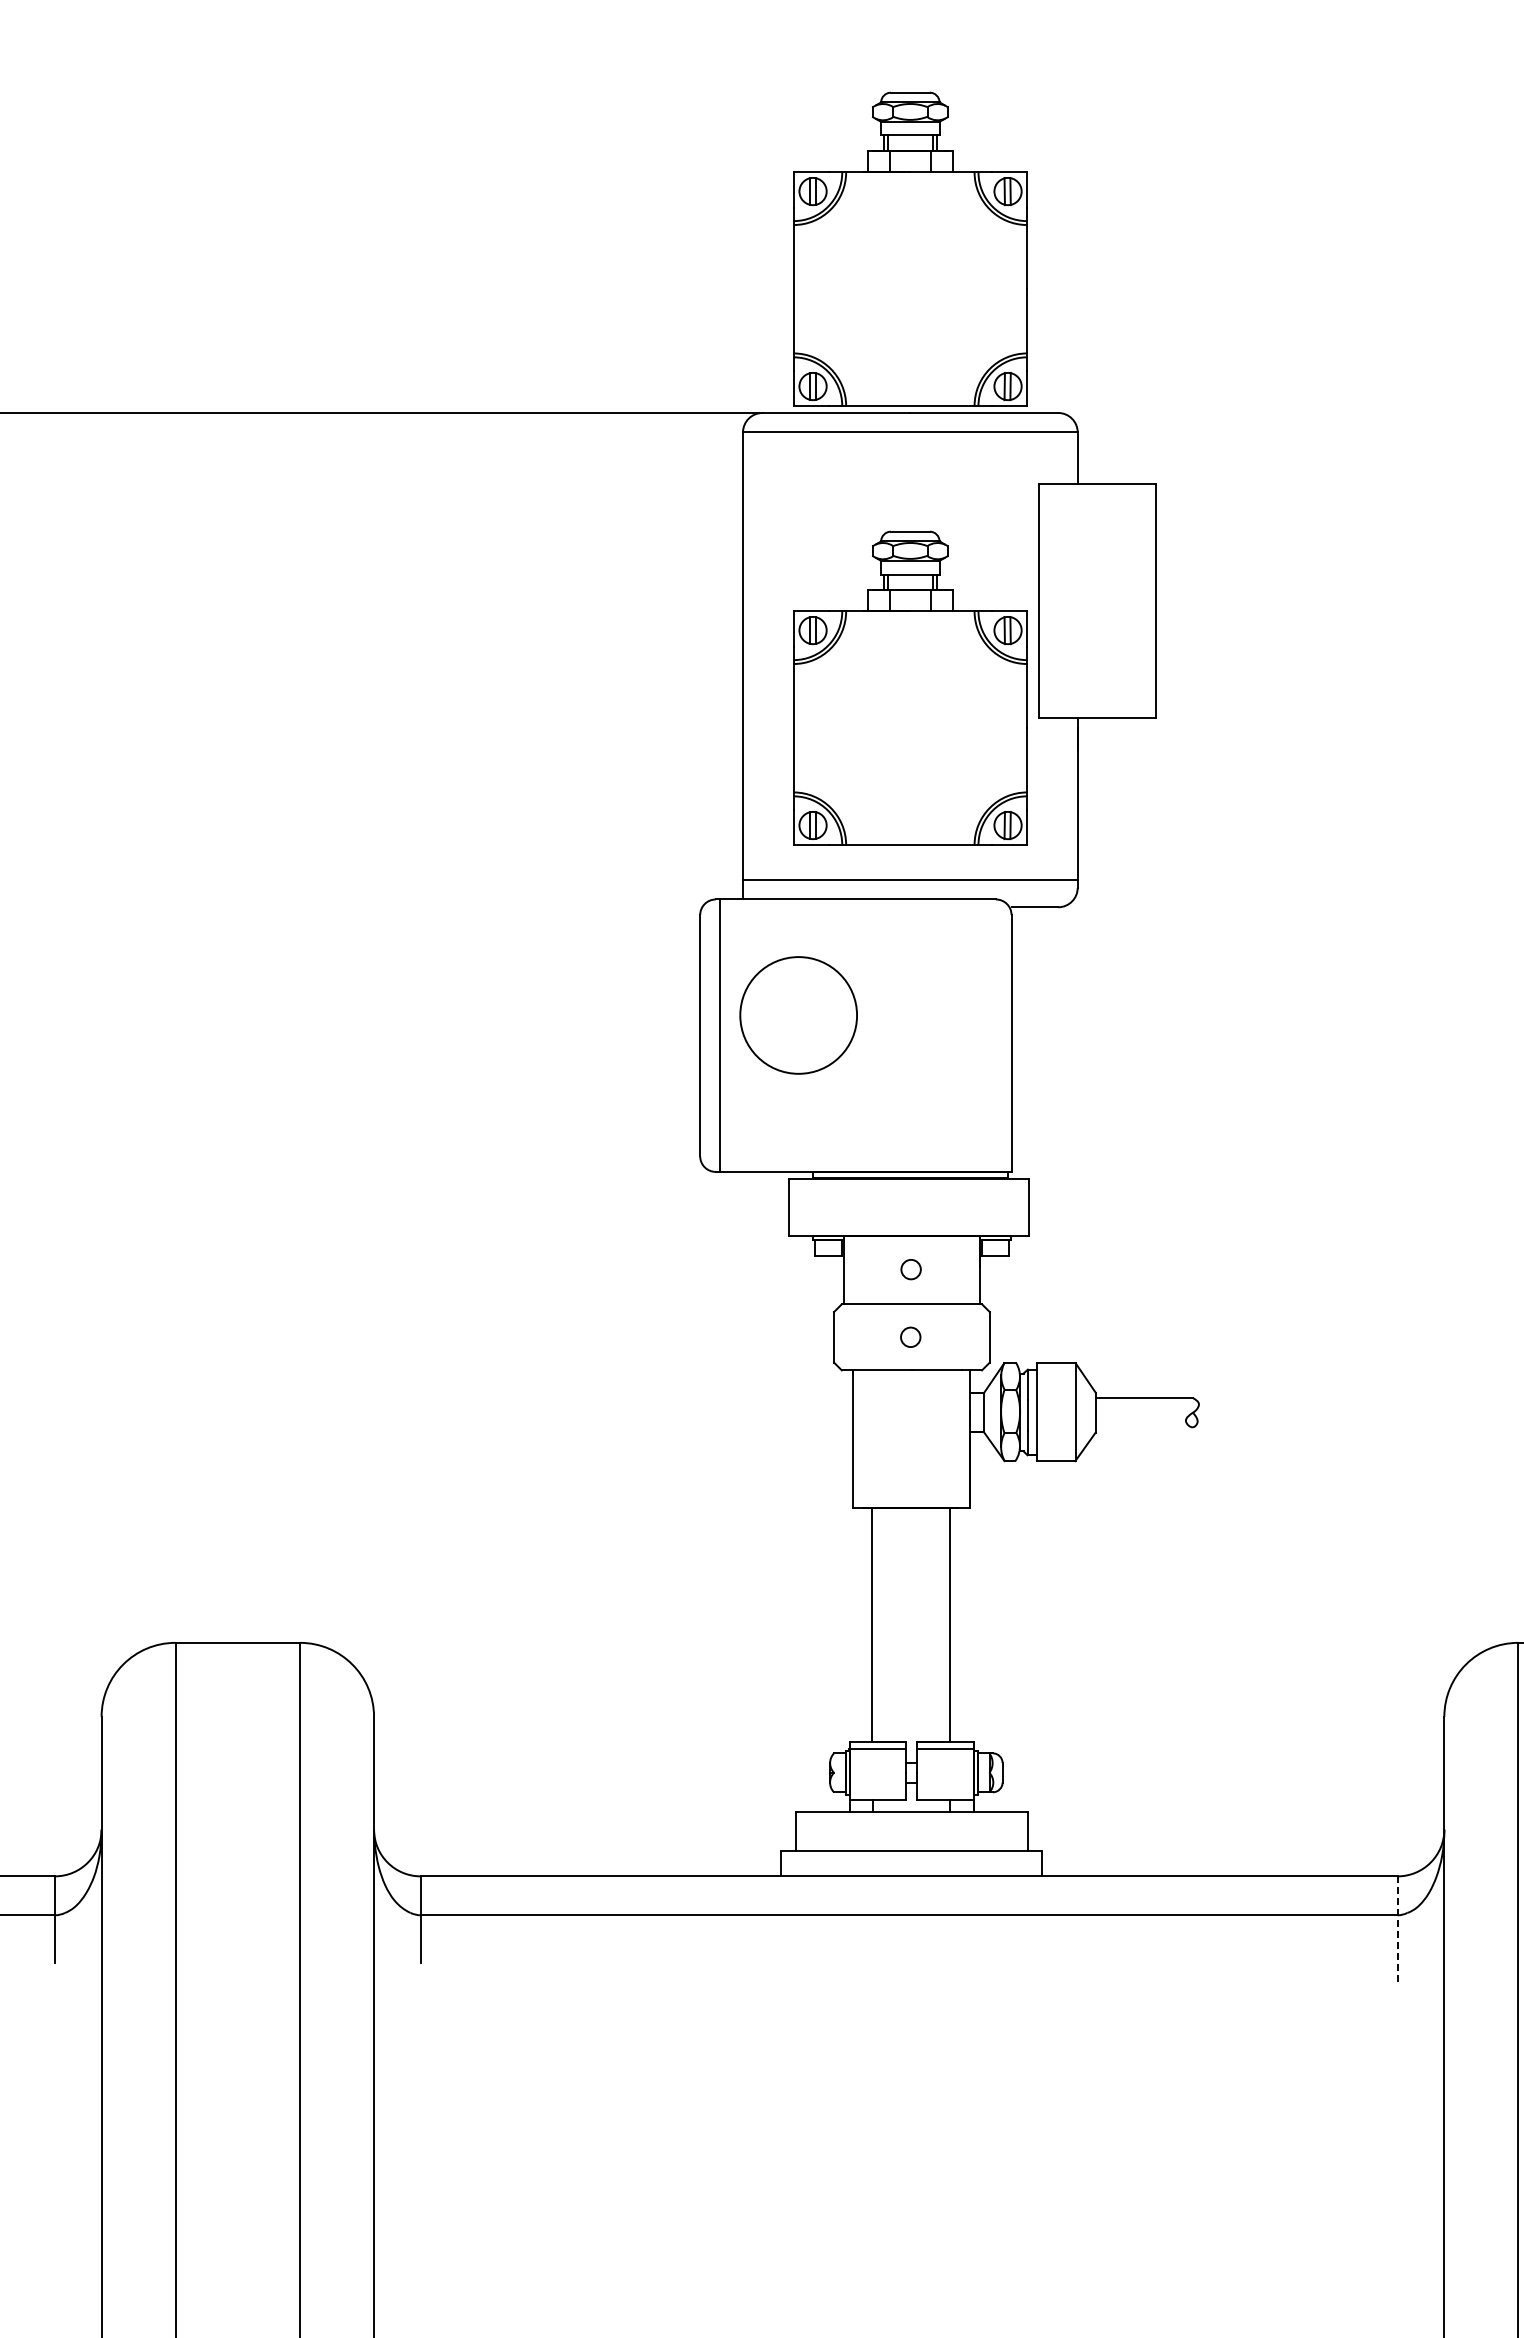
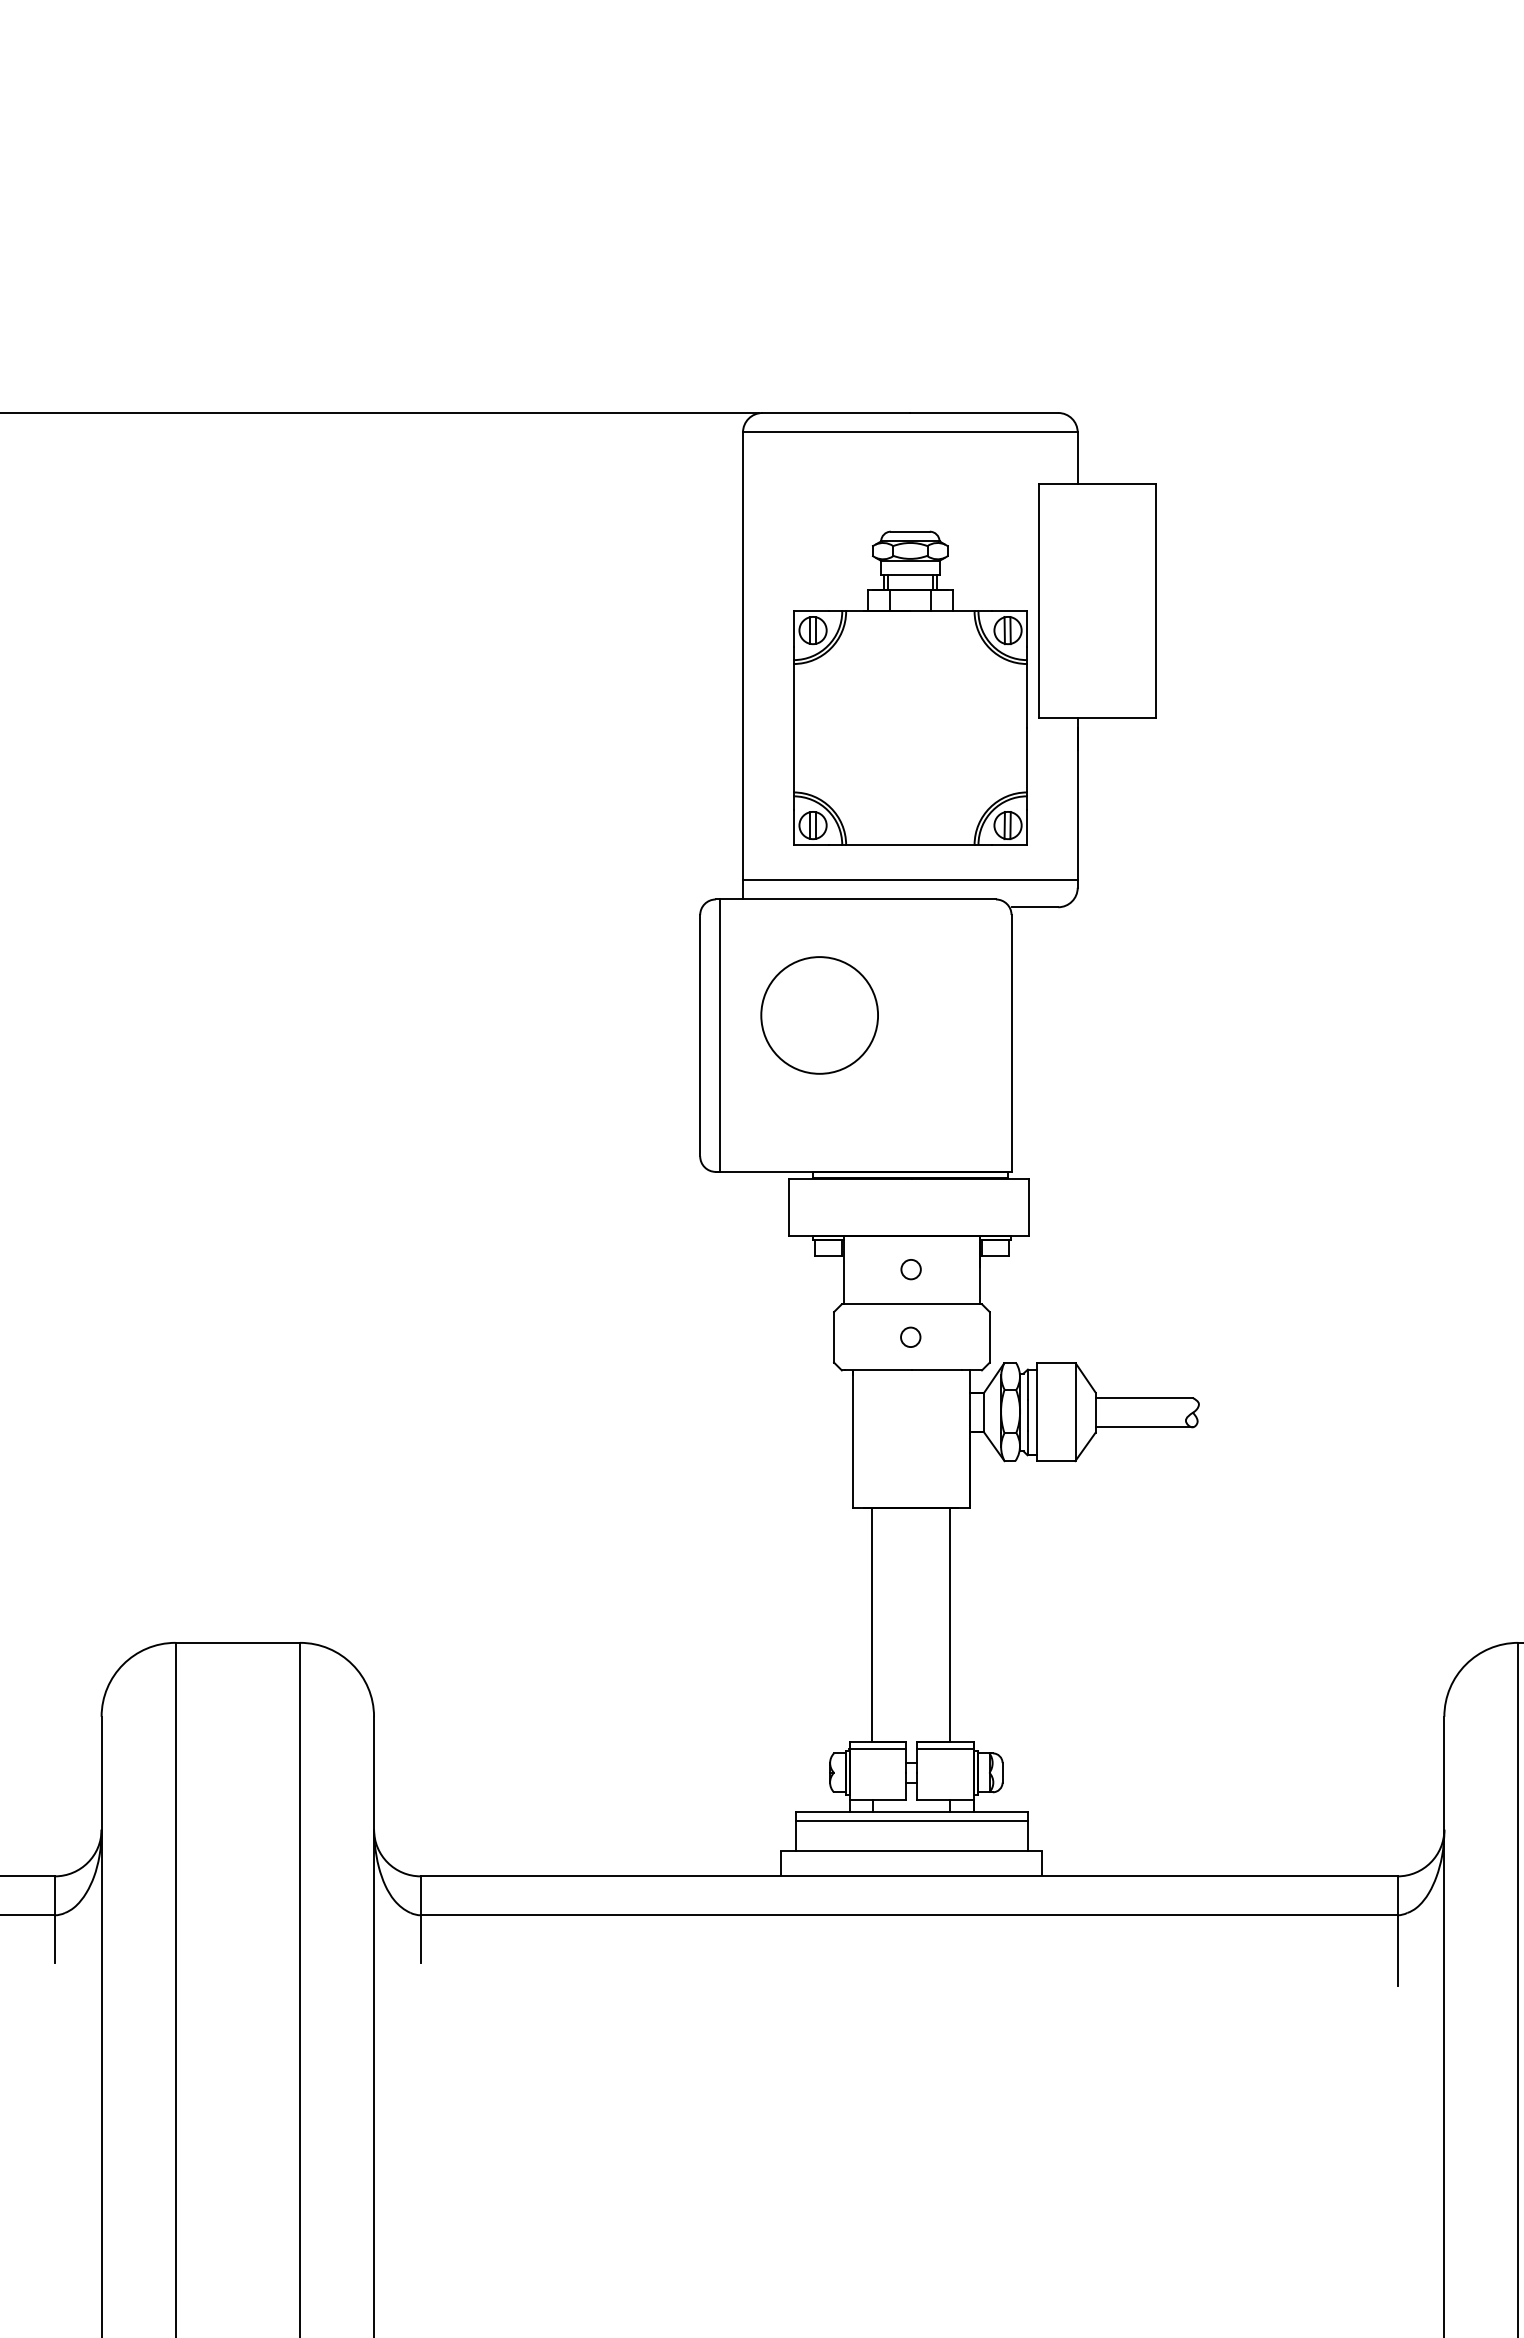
part at (910, 248): present -> none
circle at (798, 1015) position: (798, 1015) -> (819, 1015)
line at (1143, 1427): none -> present
line at (911, 1821): none -> present
line at (1397, 1931): dashed -> solid
